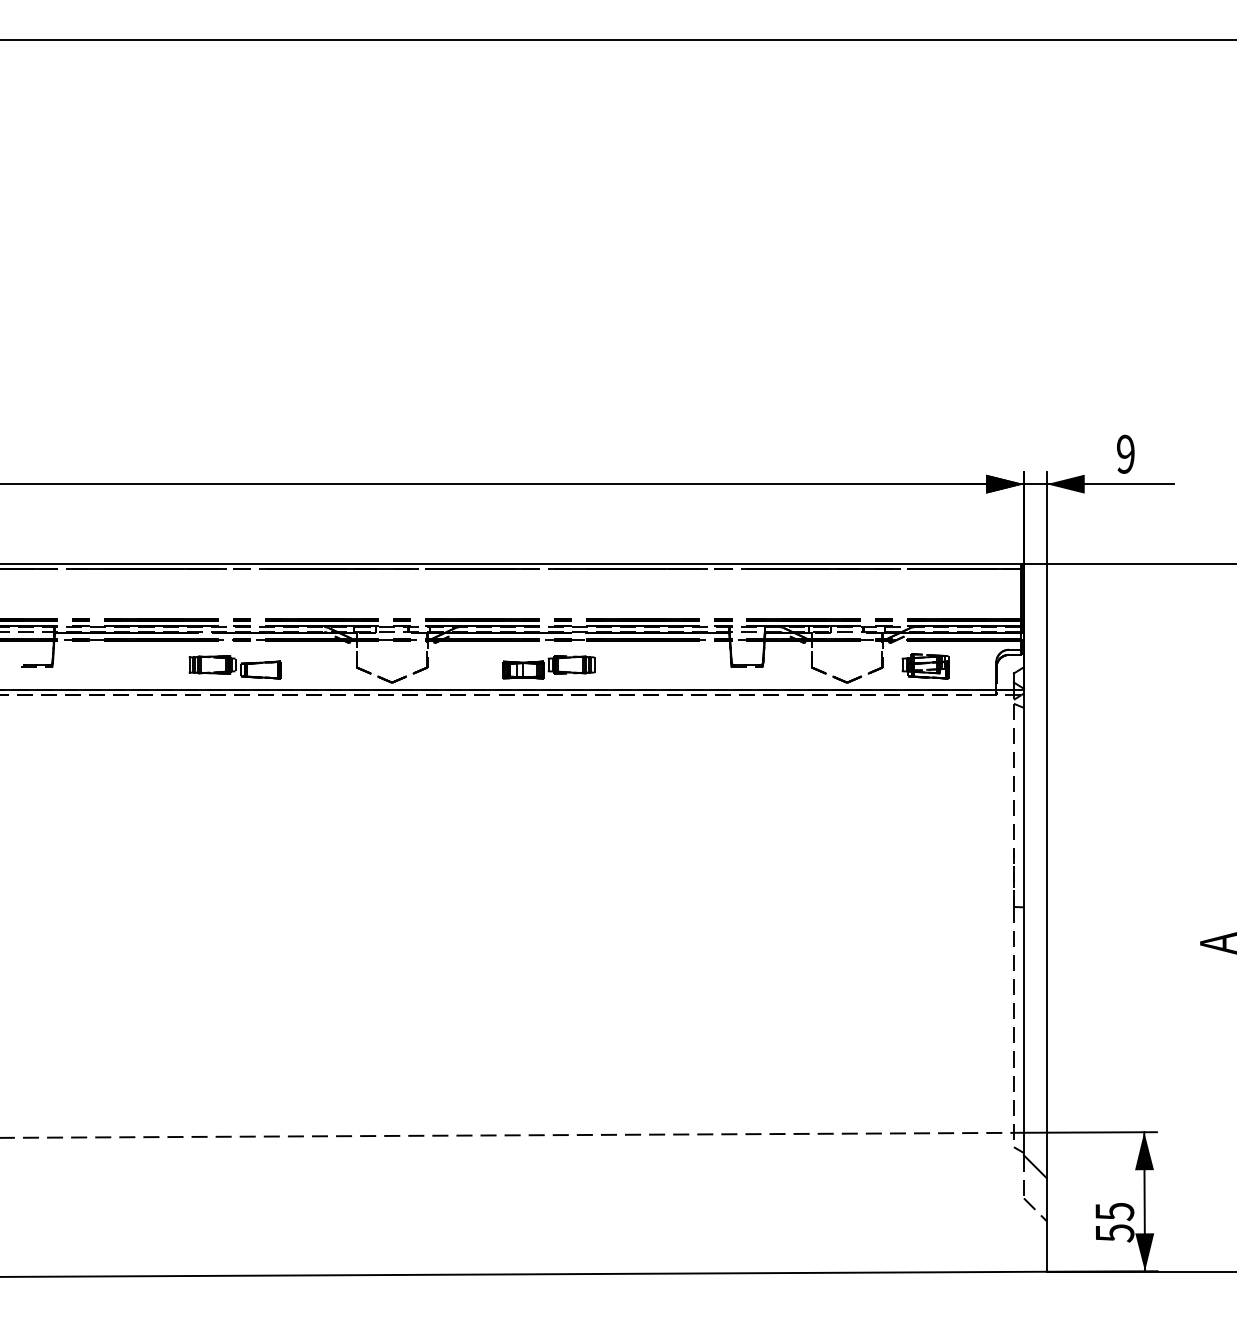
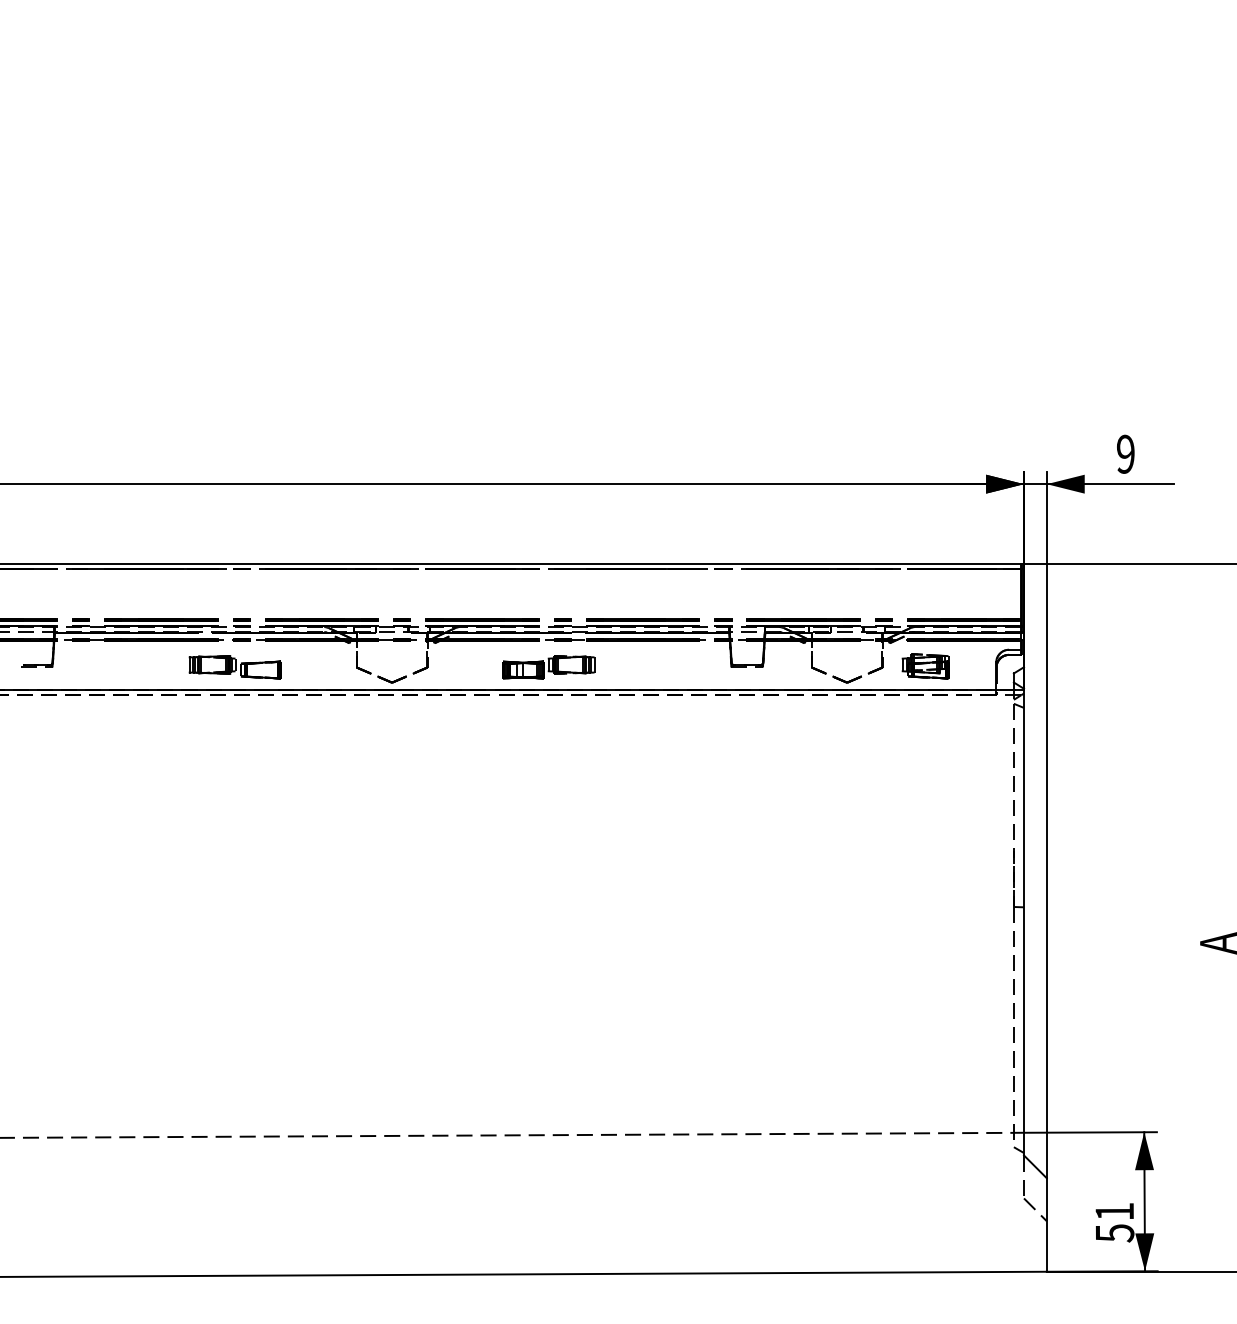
line at (617, 39): present -> none
text at (1114, 1212): 55 -> 51
